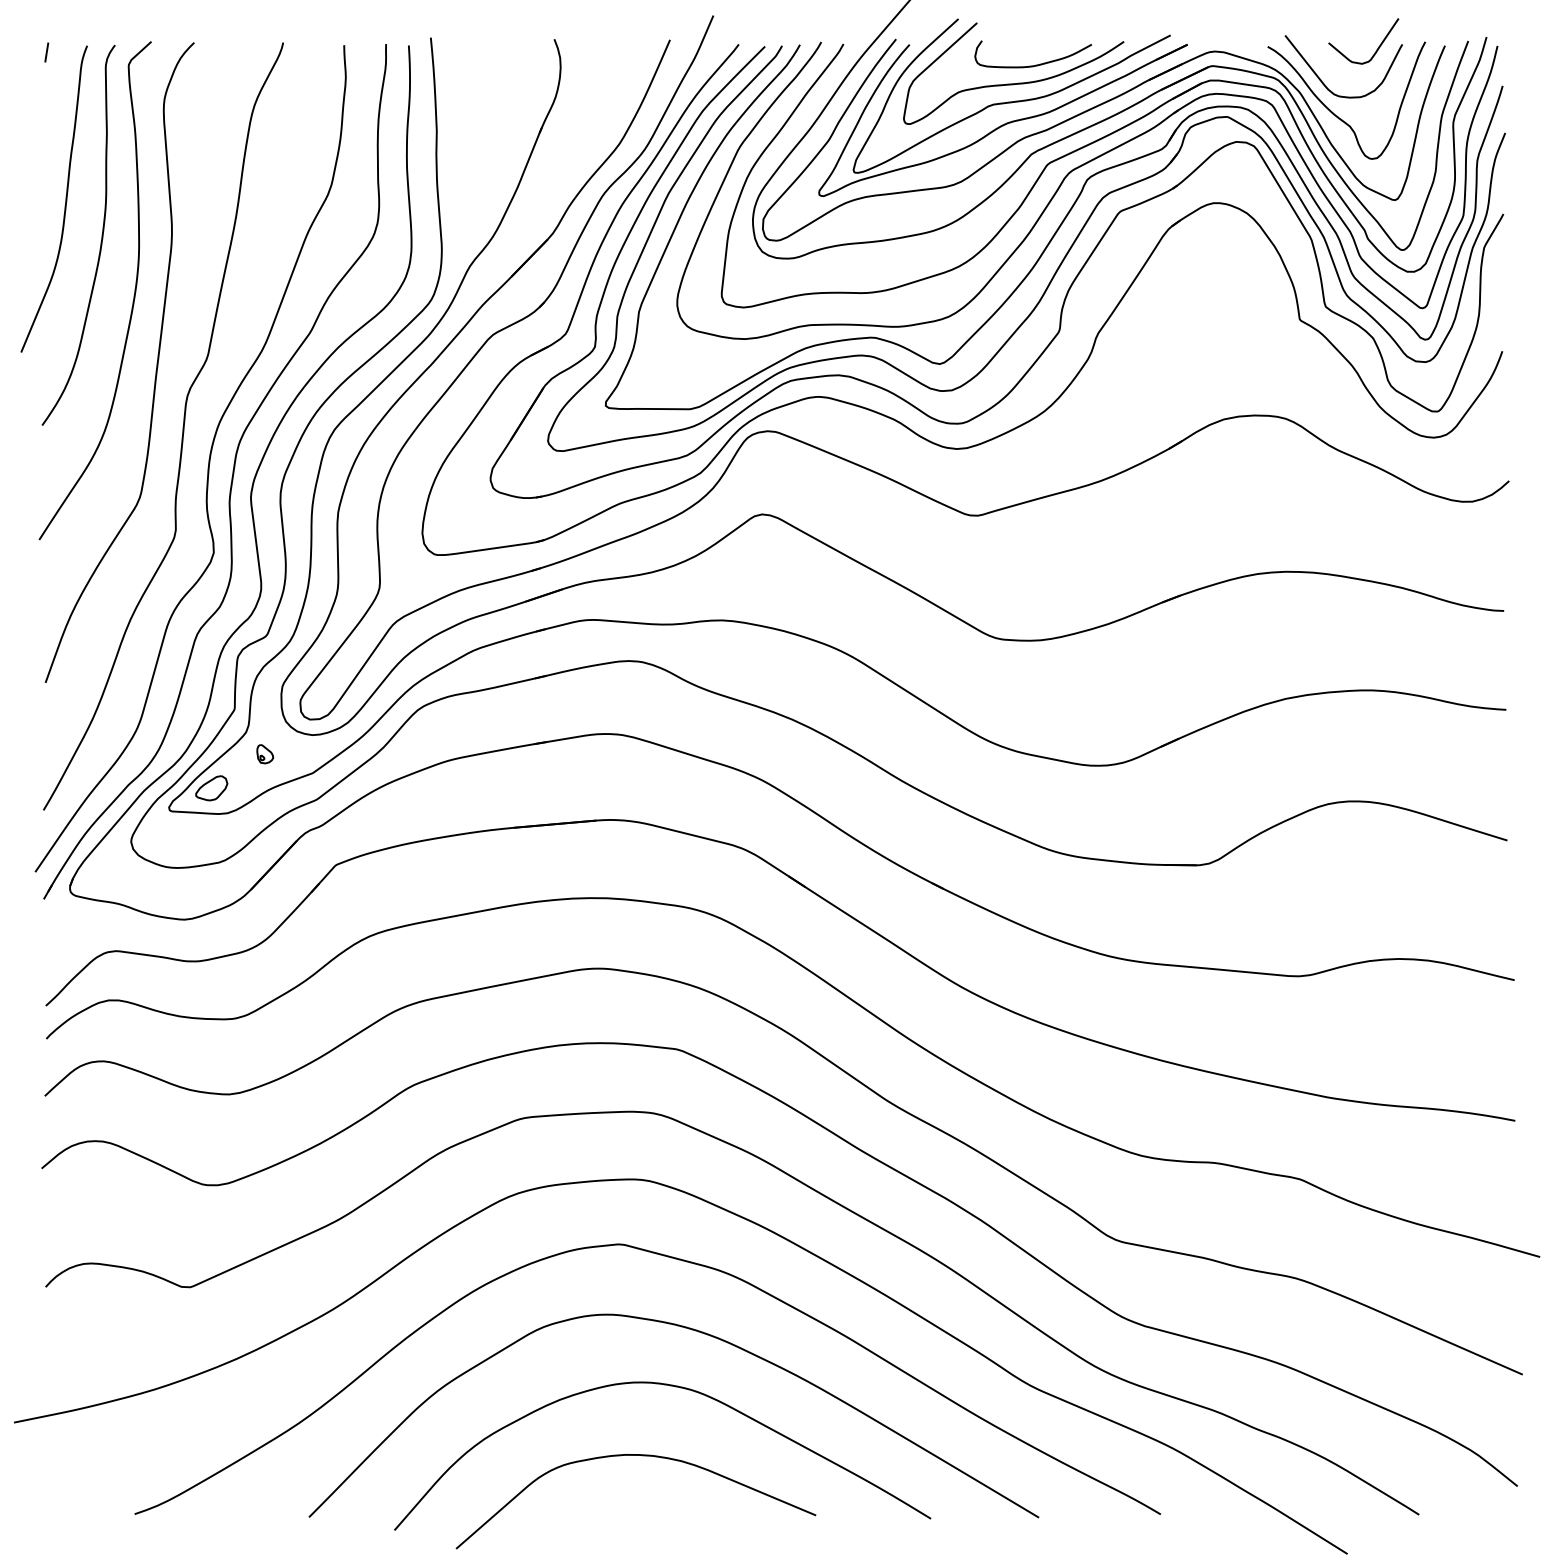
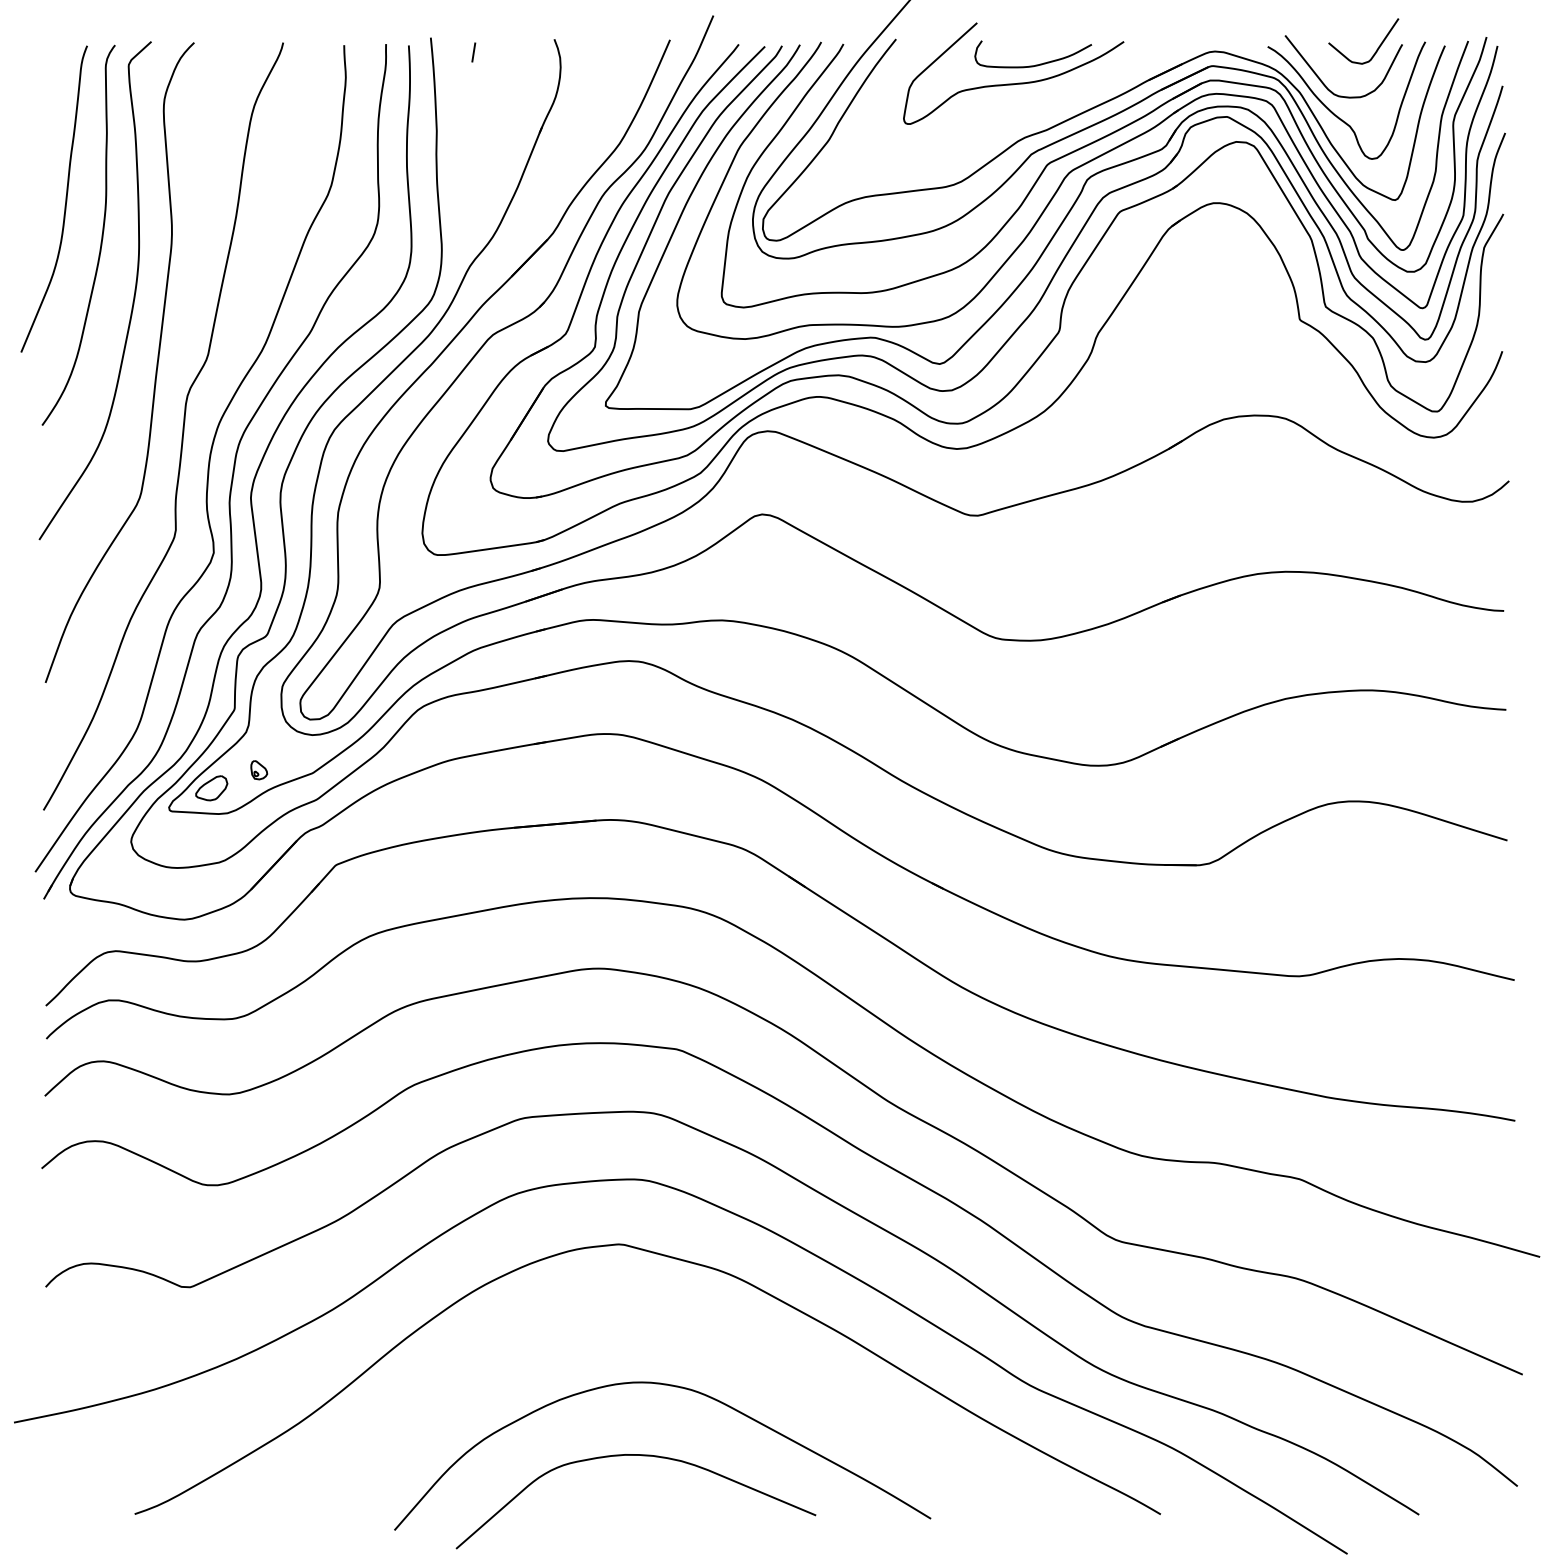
line at (46, 52) position: (46, 52) -> (473, 52)
part at (1002, 107): present -> none
part at (265, 754) position: (265, 754) -> (259, 770)
curve at (701, 1333): present -> none
